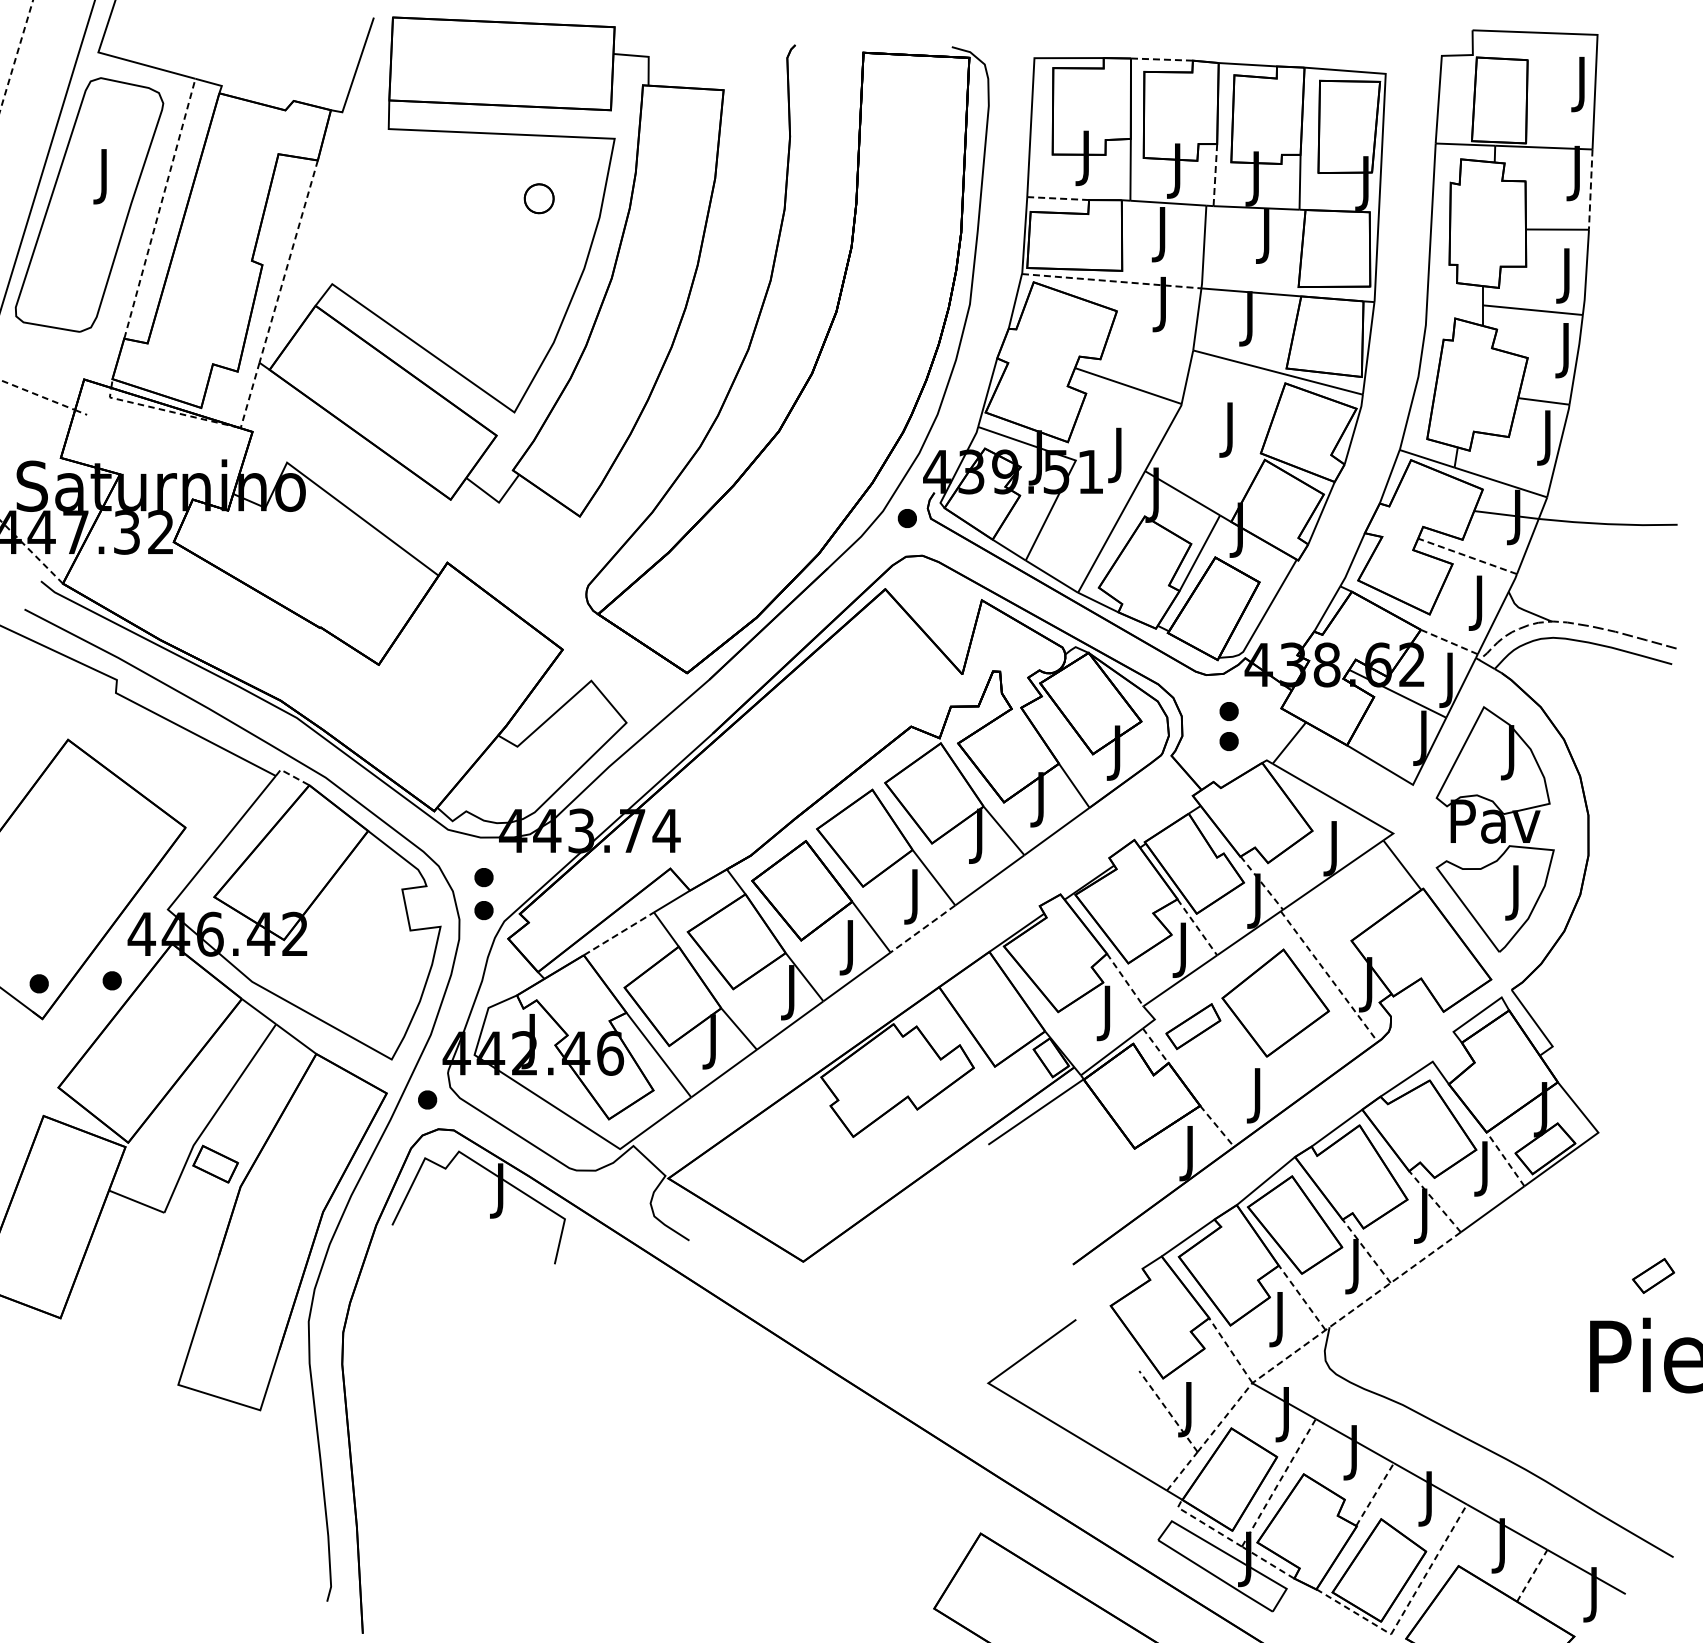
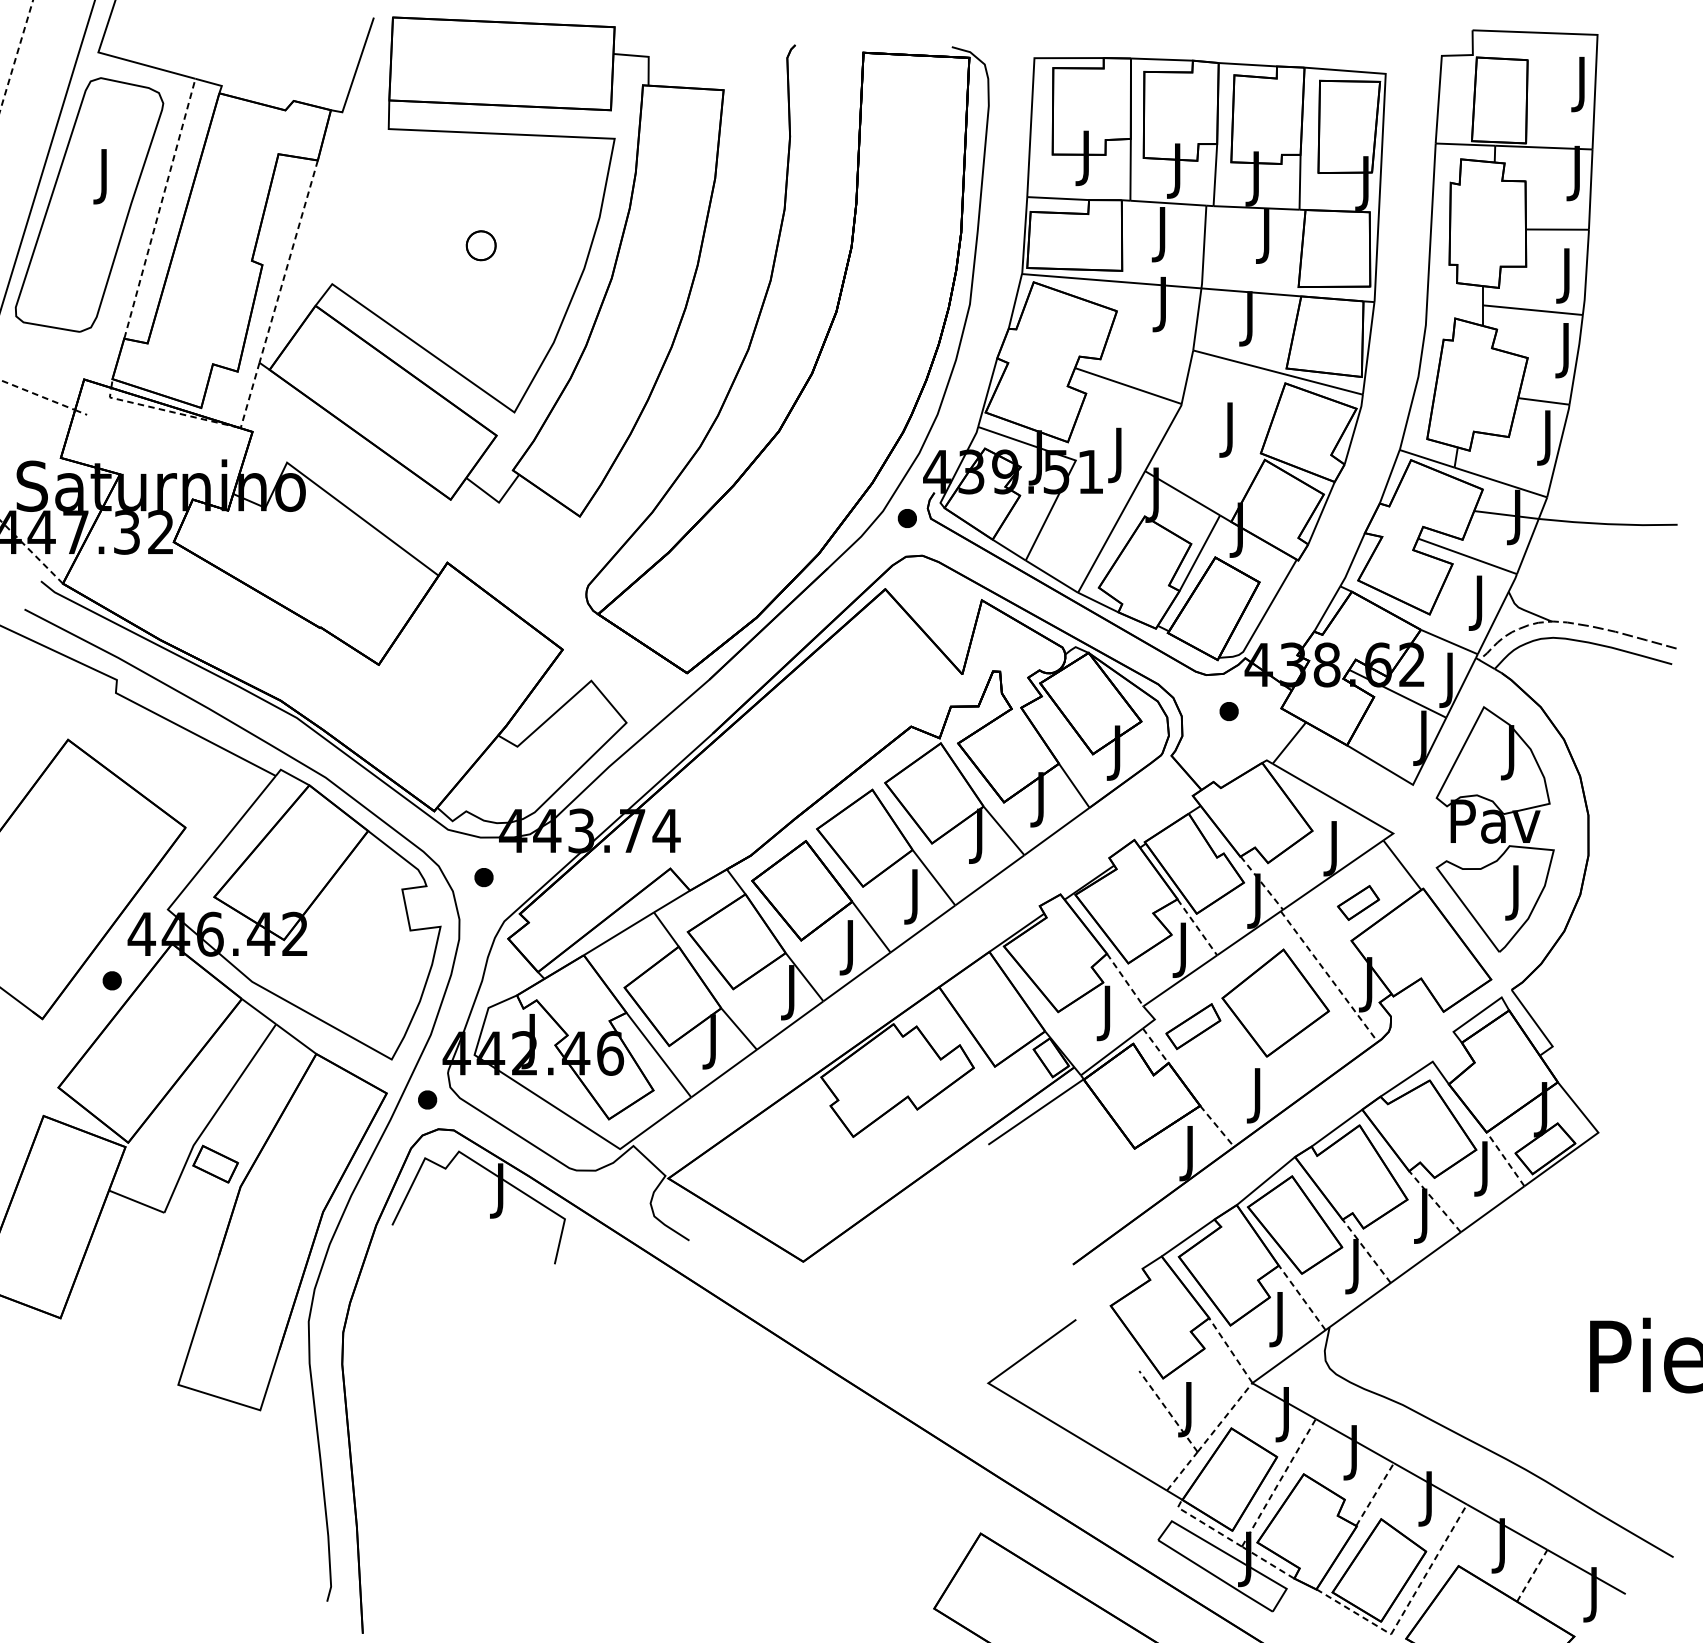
line at (1161, 59): dashed -> solid
line at (1215, 175): dashed -> solid
line at (1590, 190): dashed -> solid
part at (538, 198) position: (538, 198) -> (480, 245)
line at (1058, 198): dashed -> solid
line at (1112, 281): dashed -> solid
line at (1467, 556): dashed -> solid
line at (1449, 642): dashed -> solid
part at (1228, 741): present -> none
line at (291, 775): dashed -> solid
part at (483, 910): present -> none
line at (922, 929): dashed -> solid
line at (619, 933): dashed -> solid
part at (38, 983): present -> none
part at (1653, 1275) position: (1653, 1275) -> (1358, 902)
line at (1356, 1307): dashed -> solid
